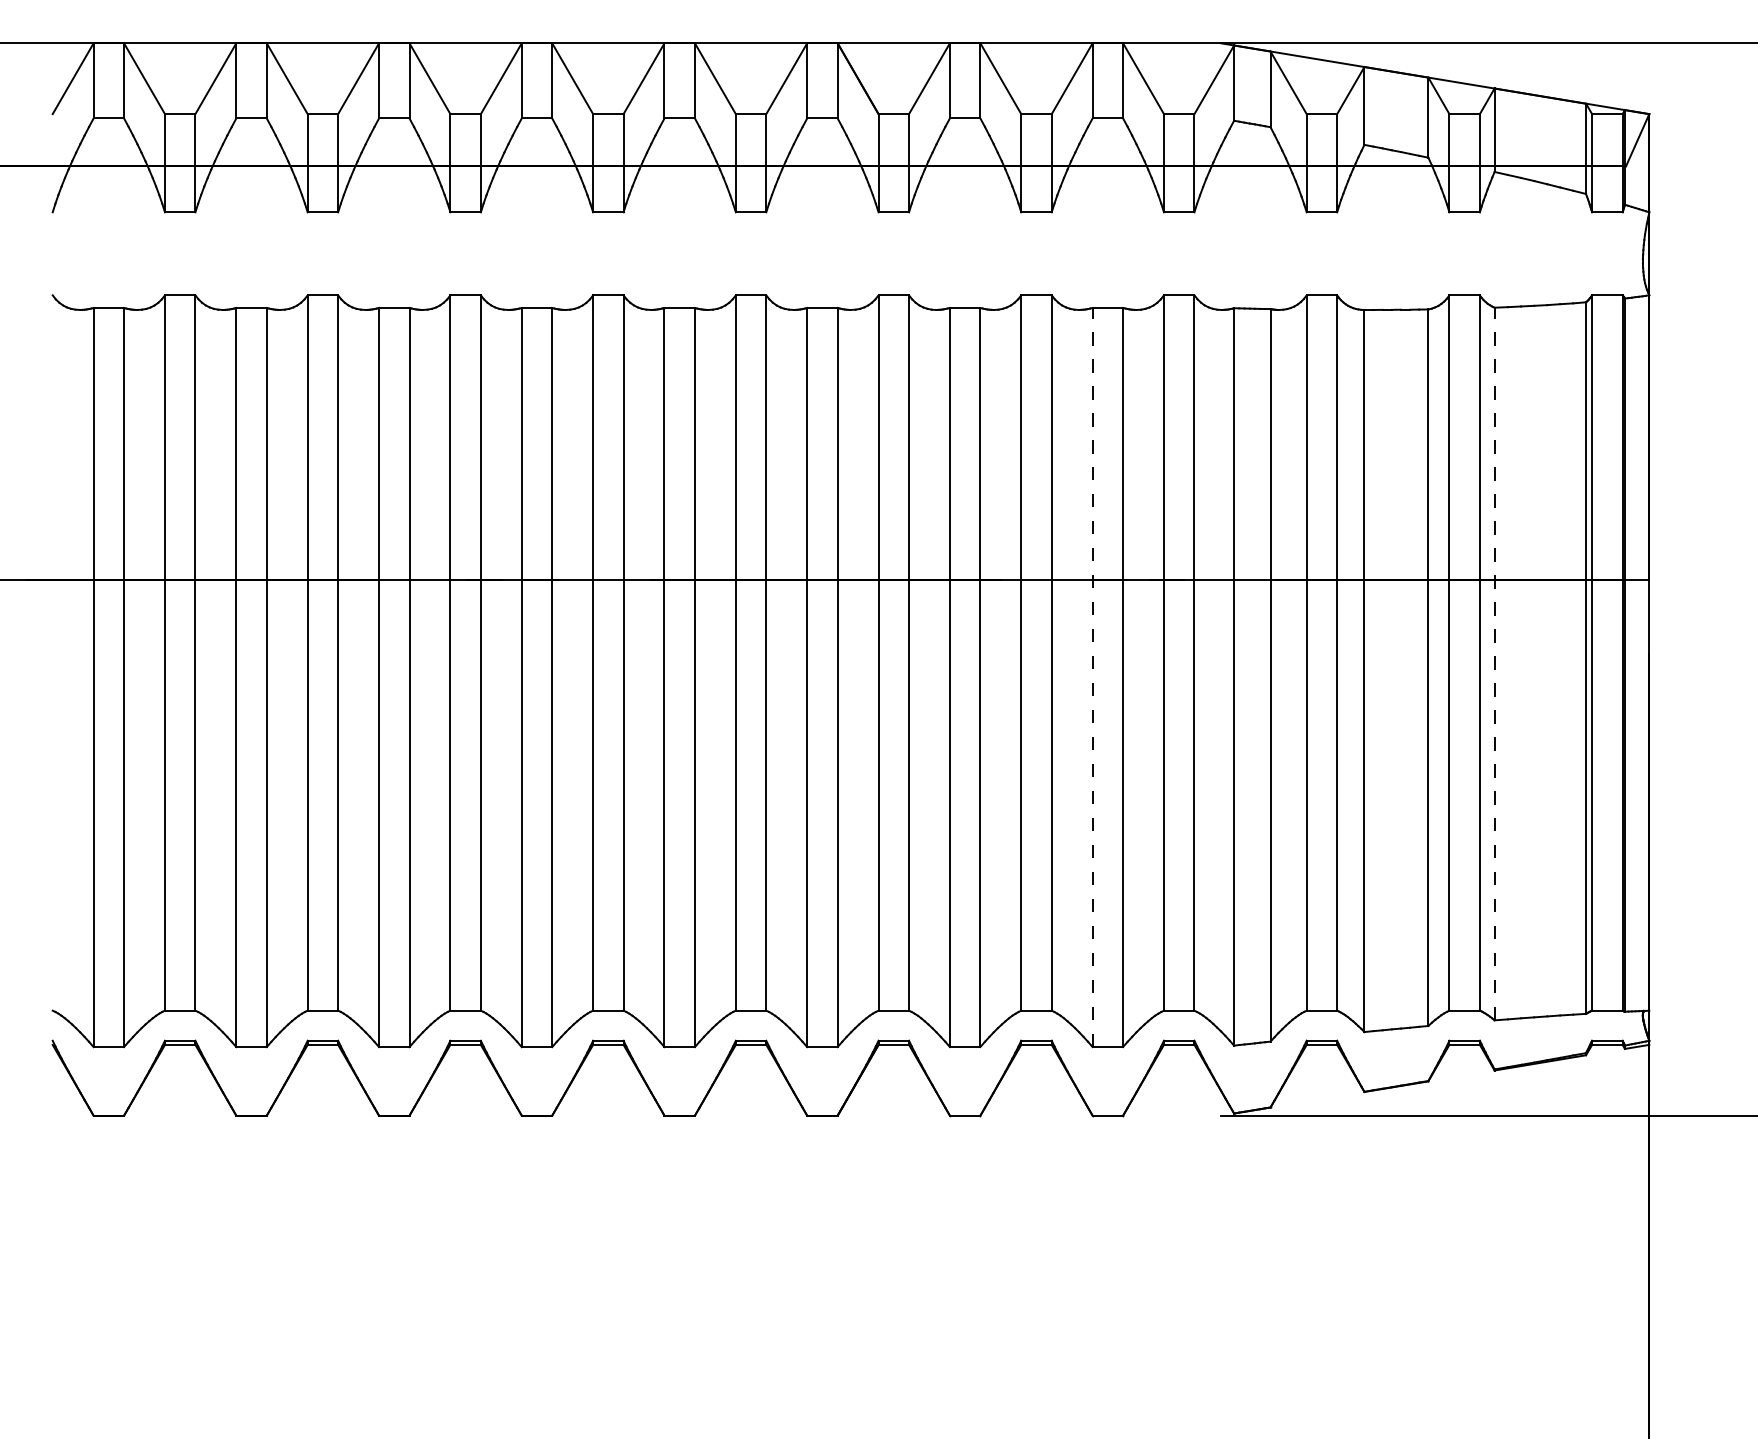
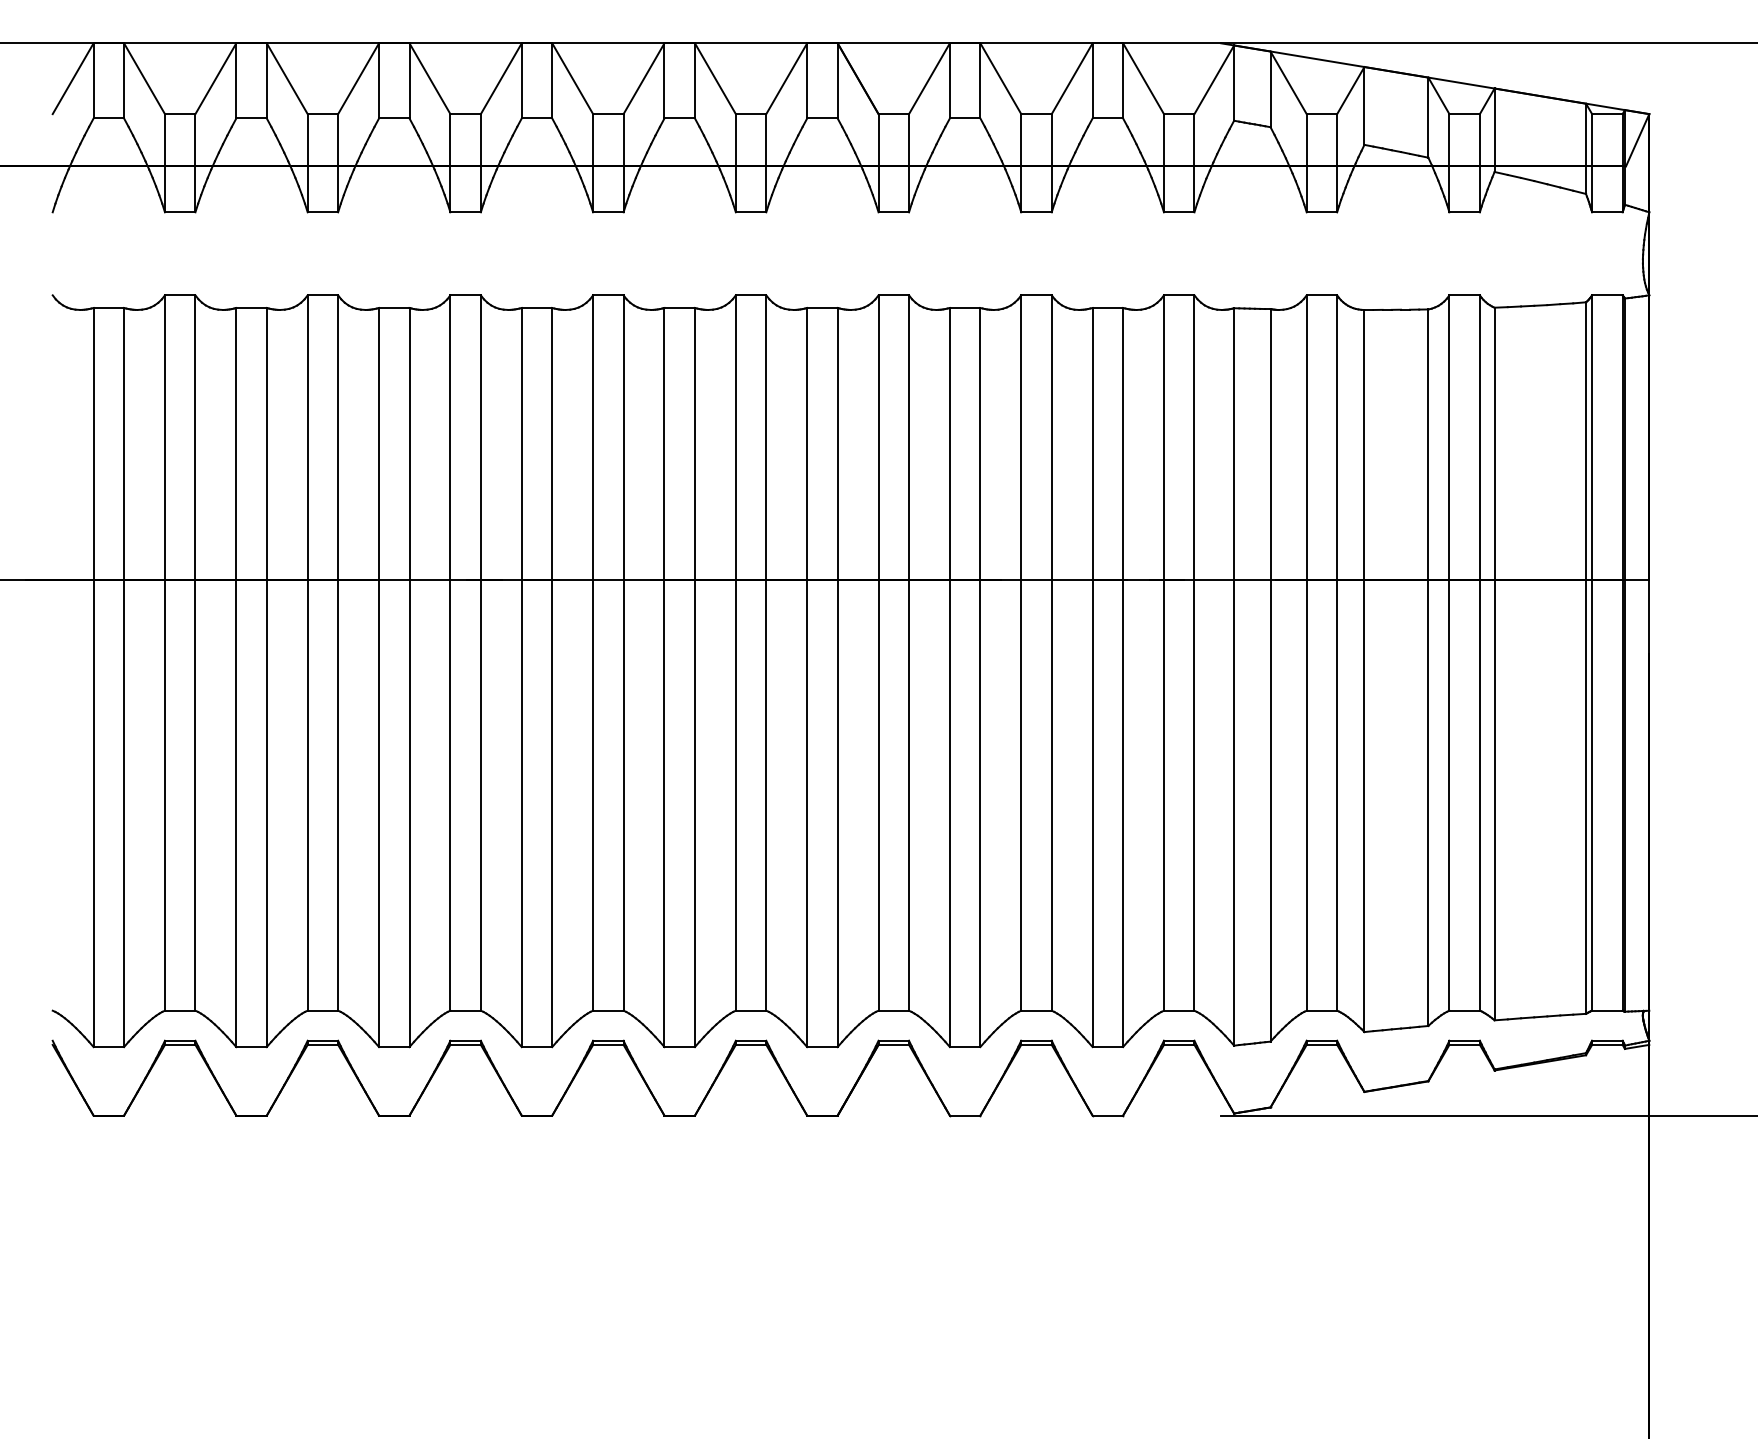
line at (1494, 663): dashed -> solid
line at (1092, 677): dashed -> solid
